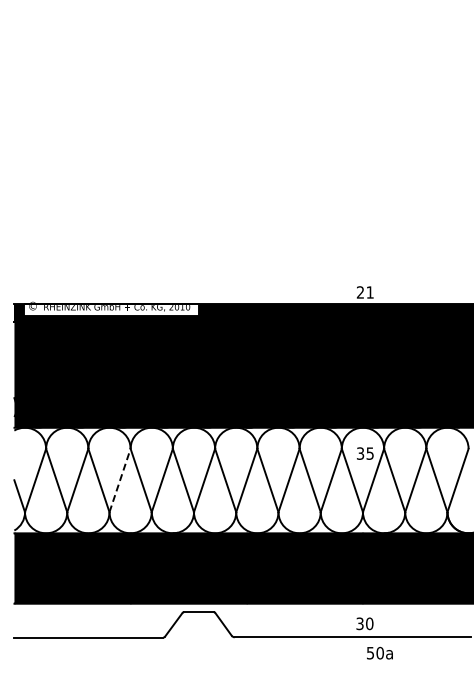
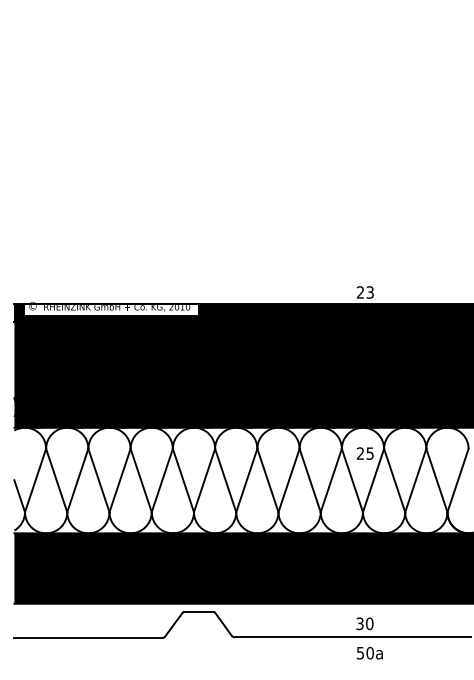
text at (369, 292): 21 -> 23
text at (360, 453): 35 -> 25
line at (120, 480): dashed -> solid
text at (379, 652) position: (379, 652) -> (369, 652)
